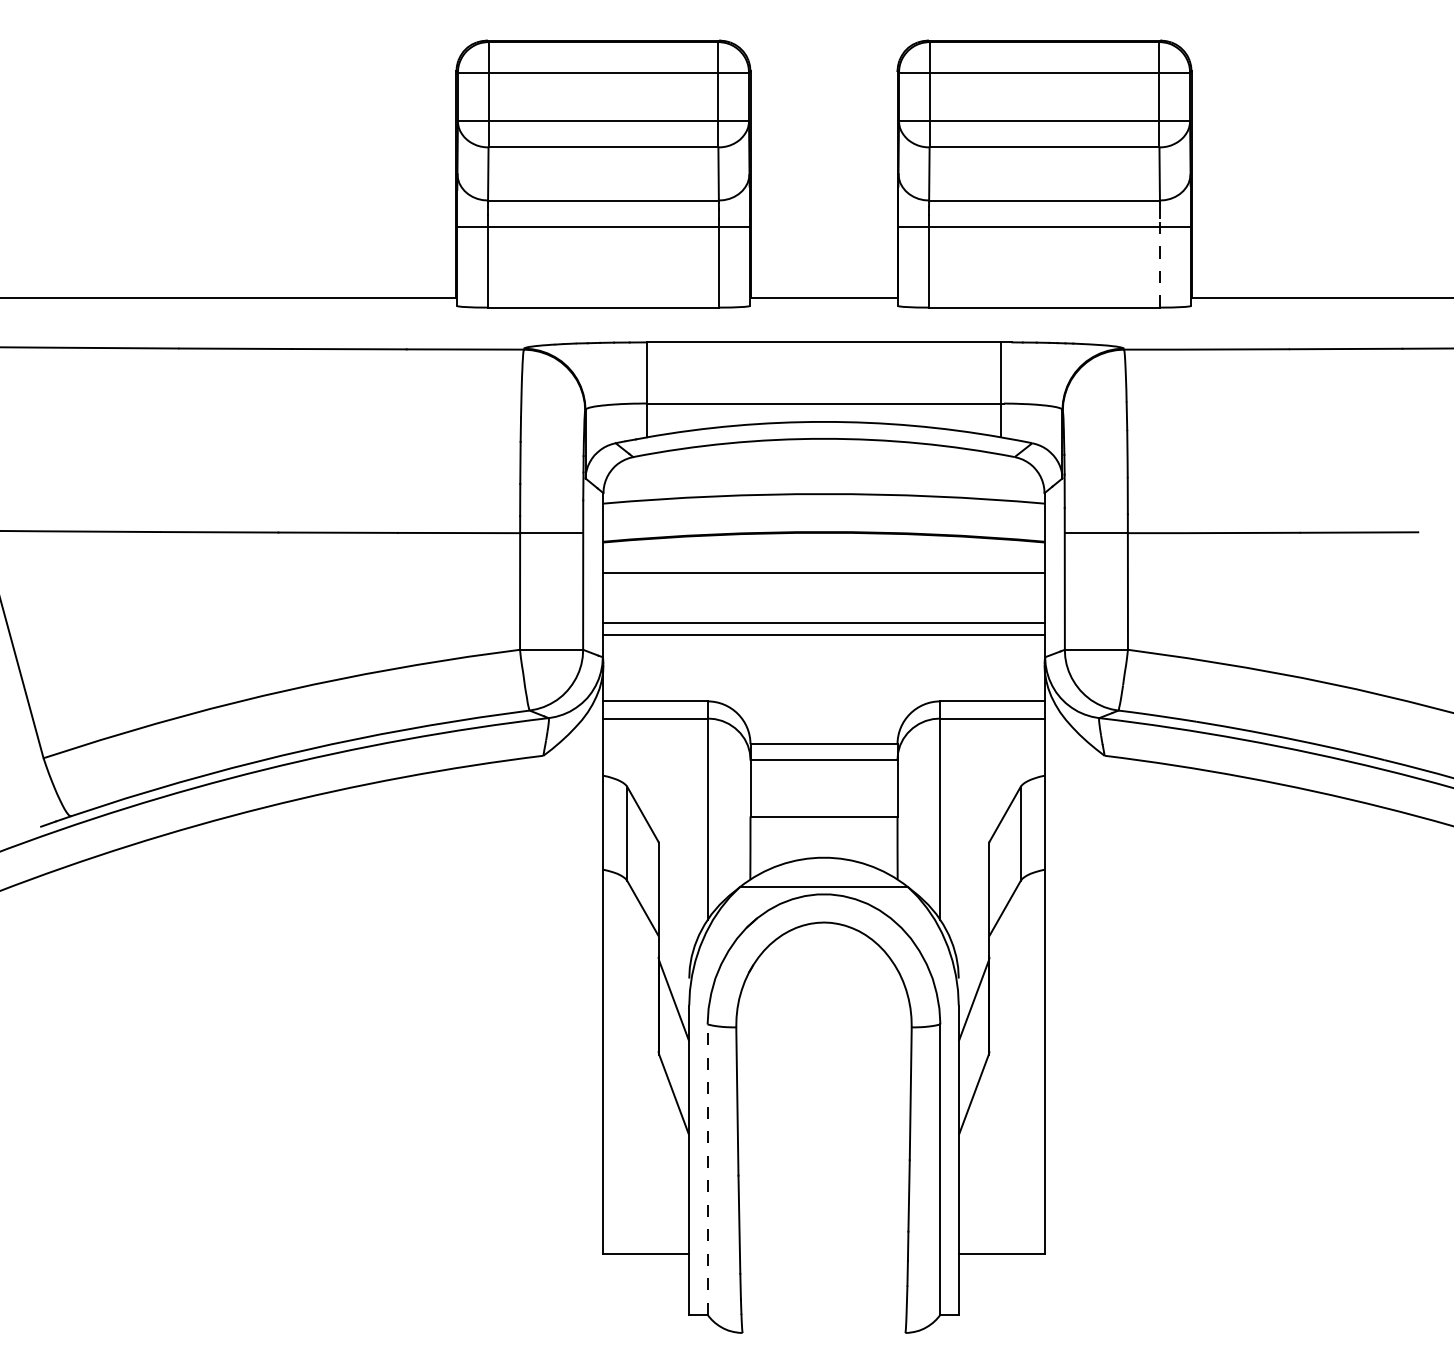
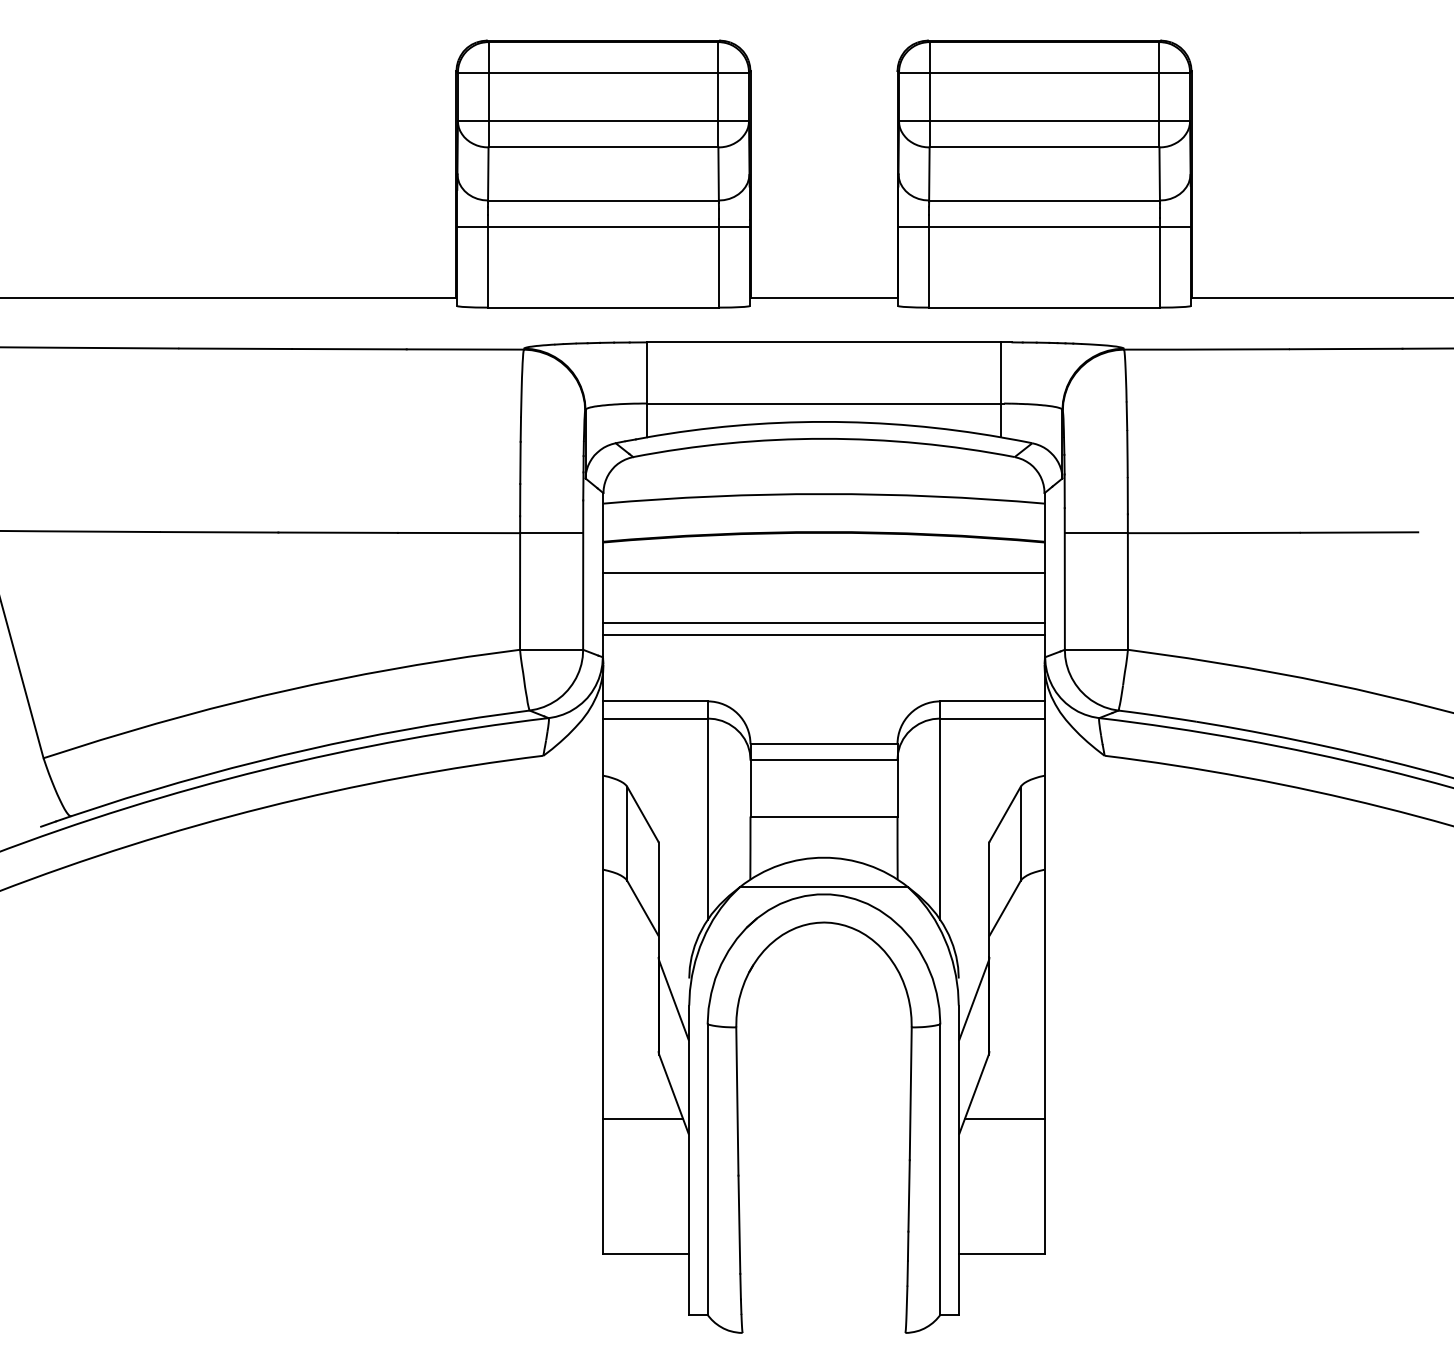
line at (1160, 262): dashed -> solid
line at (642, 1118): none -> present
line at (1004, 1118): none -> present
line at (707, 1169): dashed -> solid
